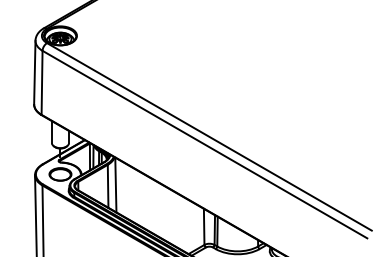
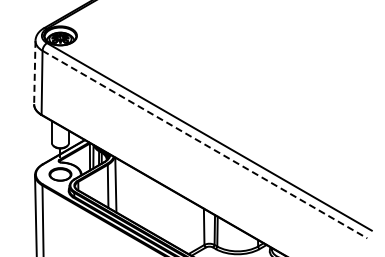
line at (34, 72): solid -> dashed
line at (204, 144): solid -> dashed
